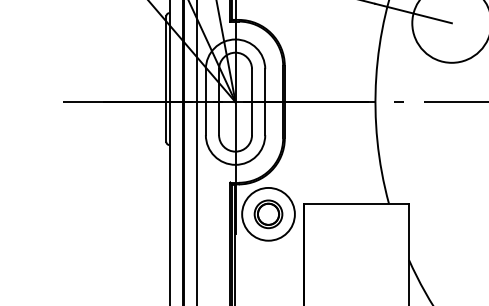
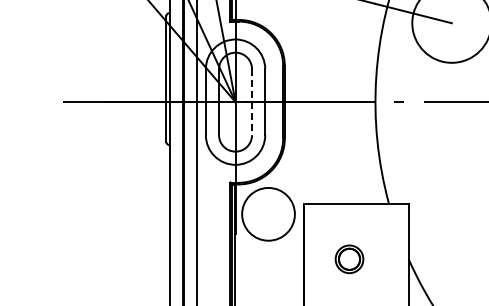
line at (252, 102): solid -> dashed
part at (268, 214) position: (268, 214) -> (349, 259)
